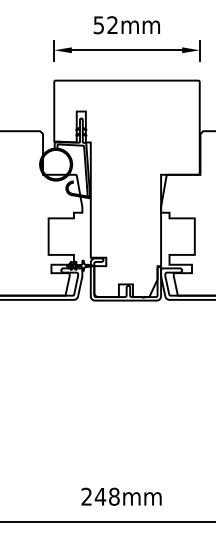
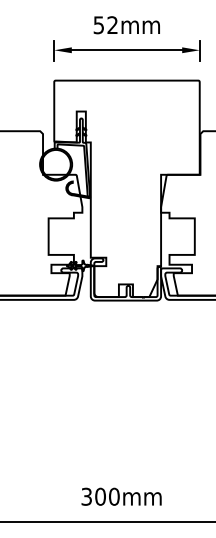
text at (100, 496): 248mm -> 300mm
